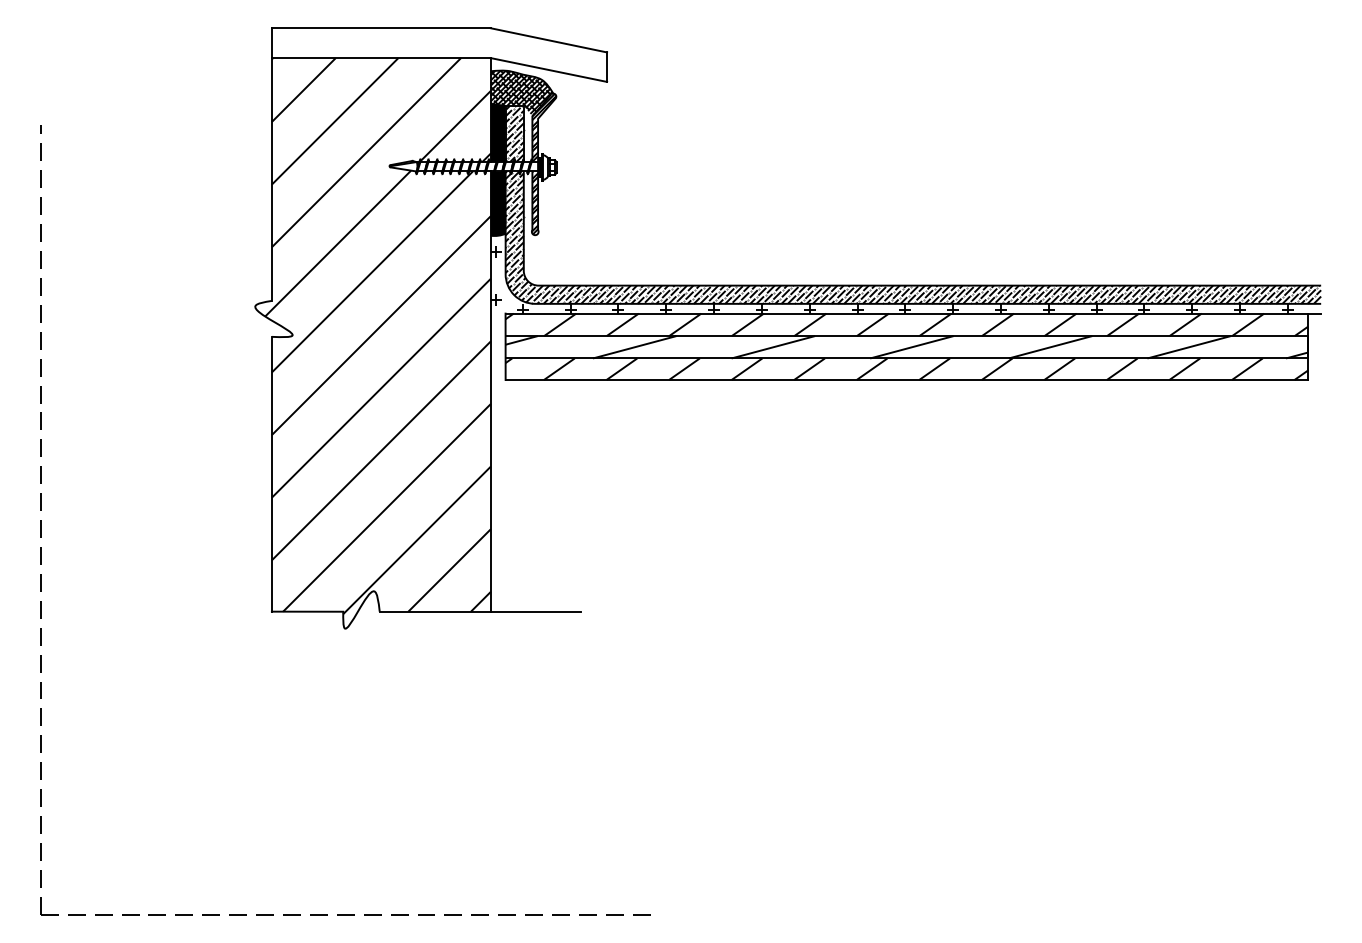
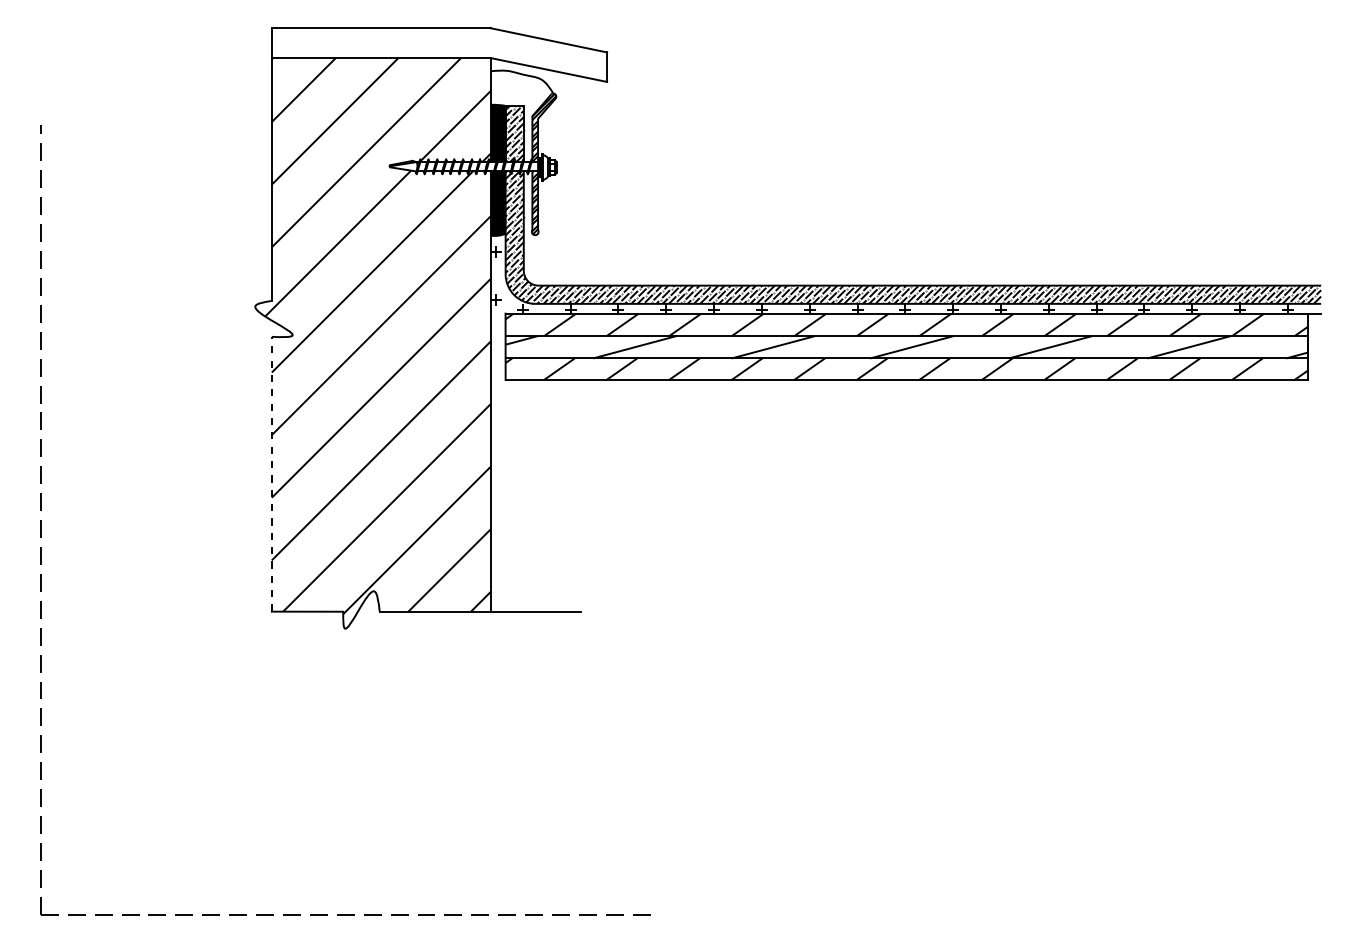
hatch at (521, 92): present -> none
line at (271, 473): solid -> dashed
